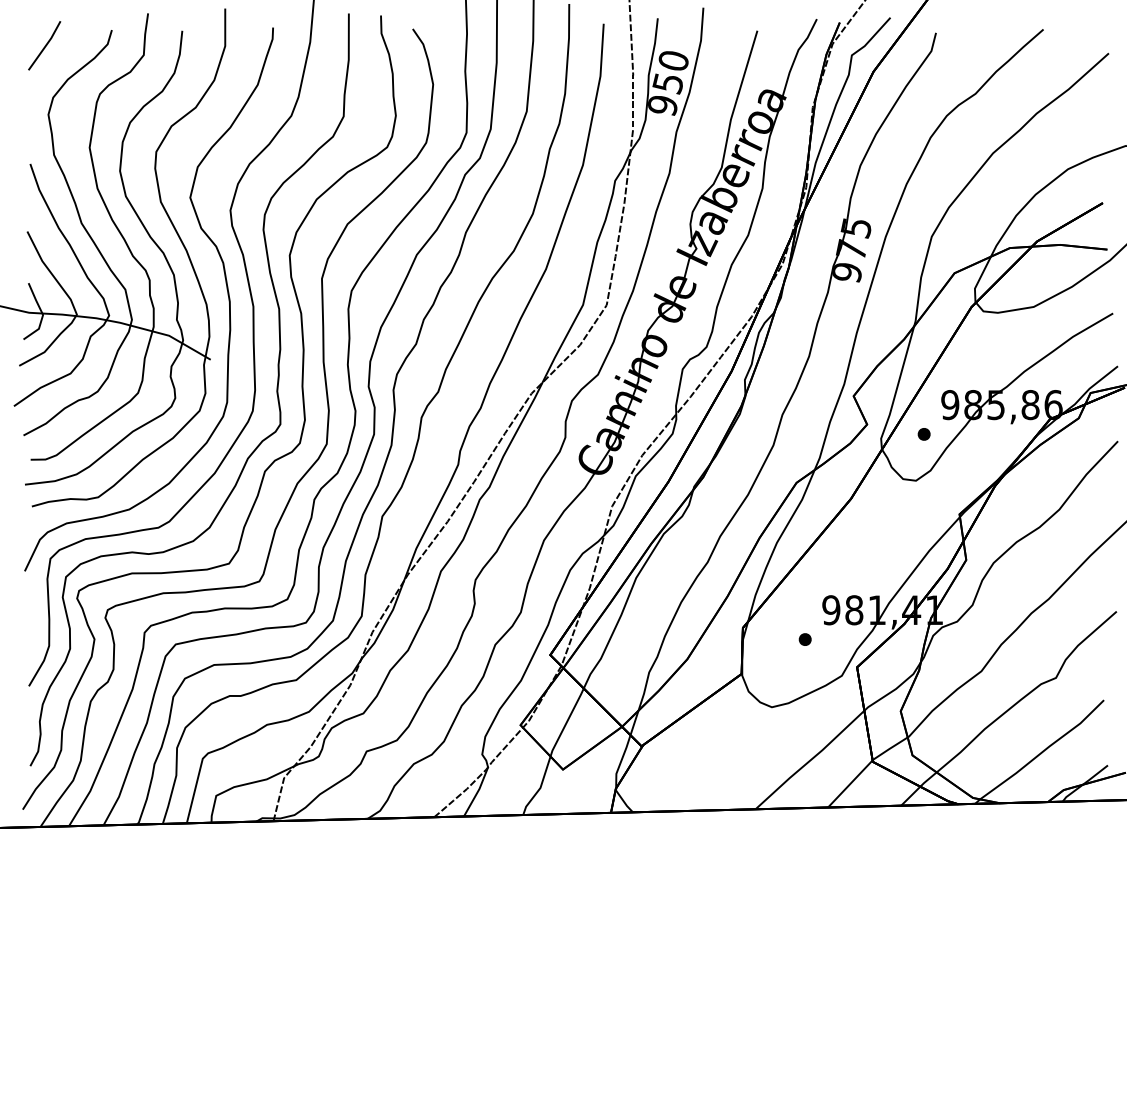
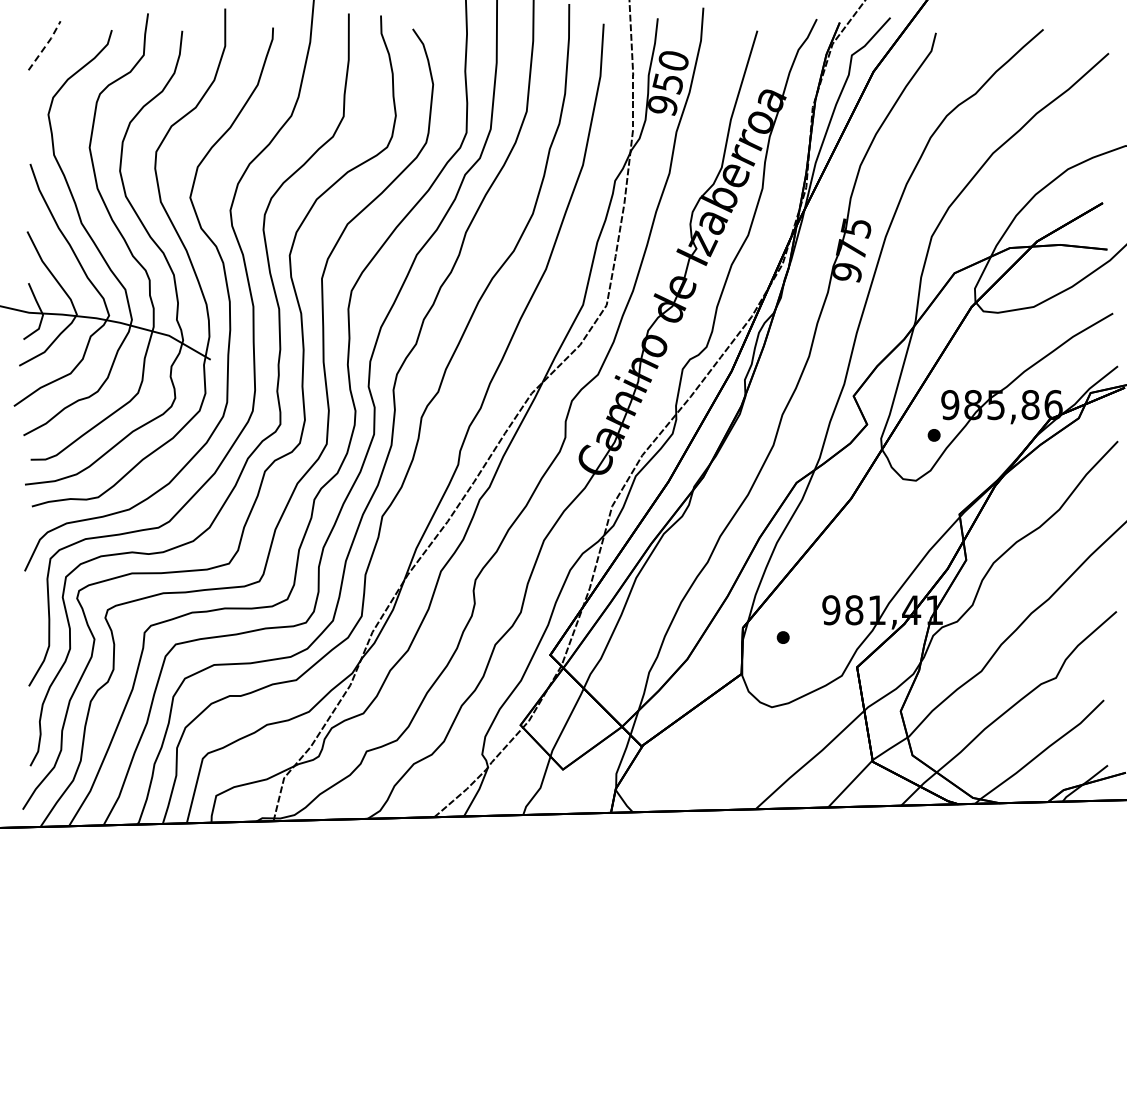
line at (46, 45): solid -> dashed
part at (923, 434) position: (923, 434) -> (933, 435)
part at (804, 639) position: (804, 639) -> (782, 637)
